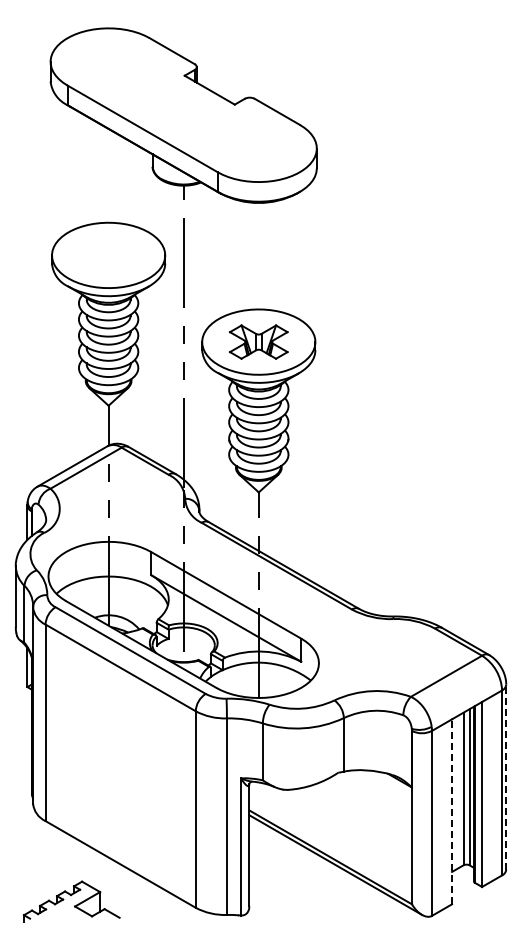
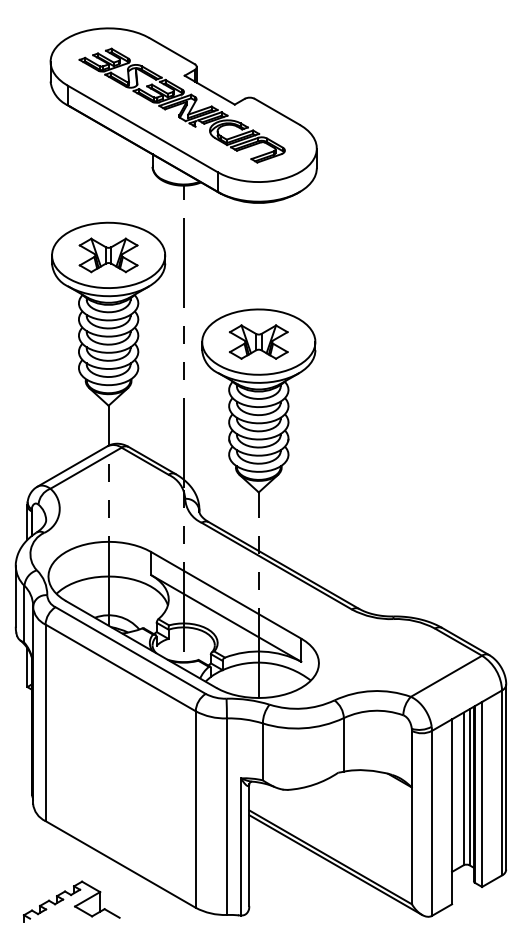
part at (181, 105): none -> present
part at (108, 255): none -> present
line at (506, 776): dashed -> solid
line at (452, 811): dashed -> solid
